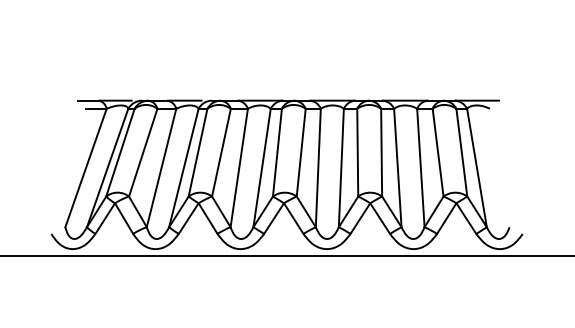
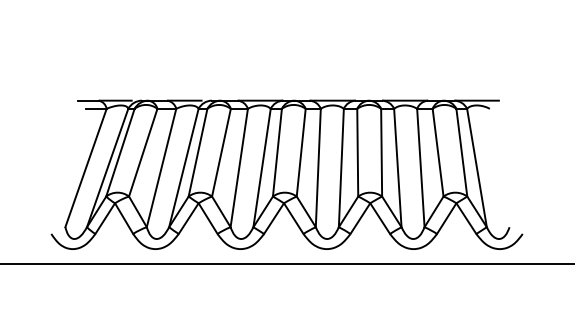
line at (286, 255) position: (286, 255) -> (286, 263)
